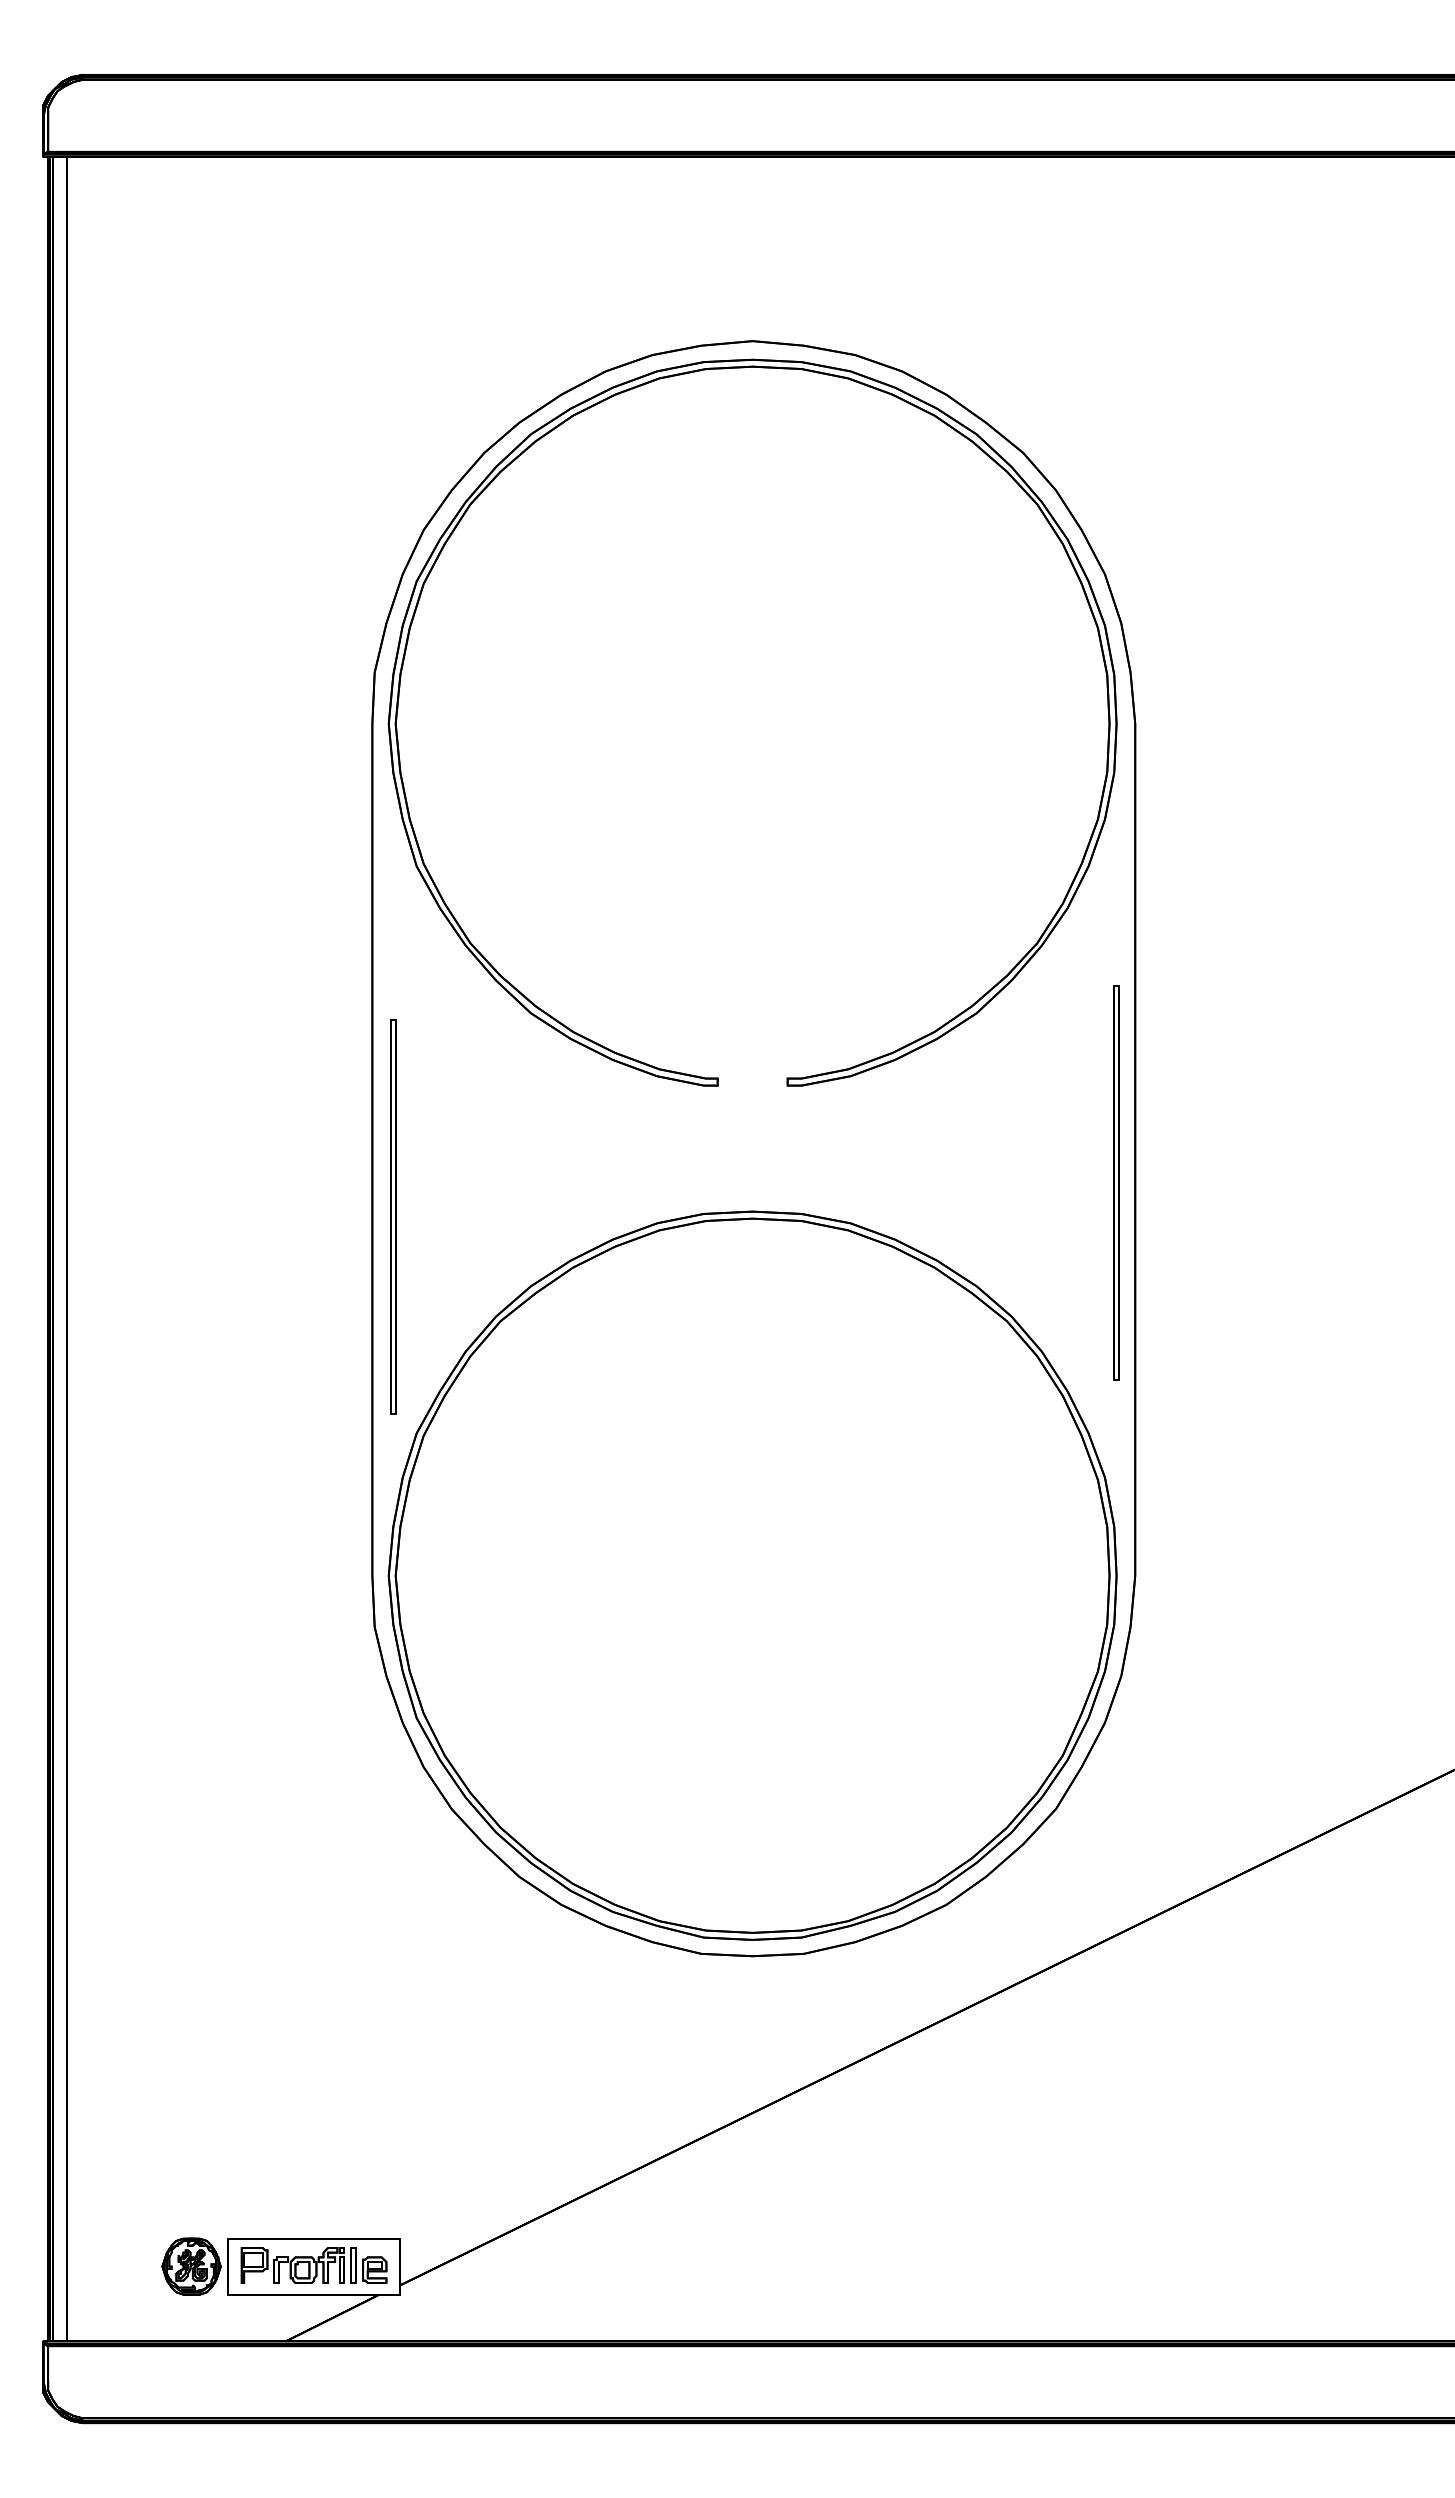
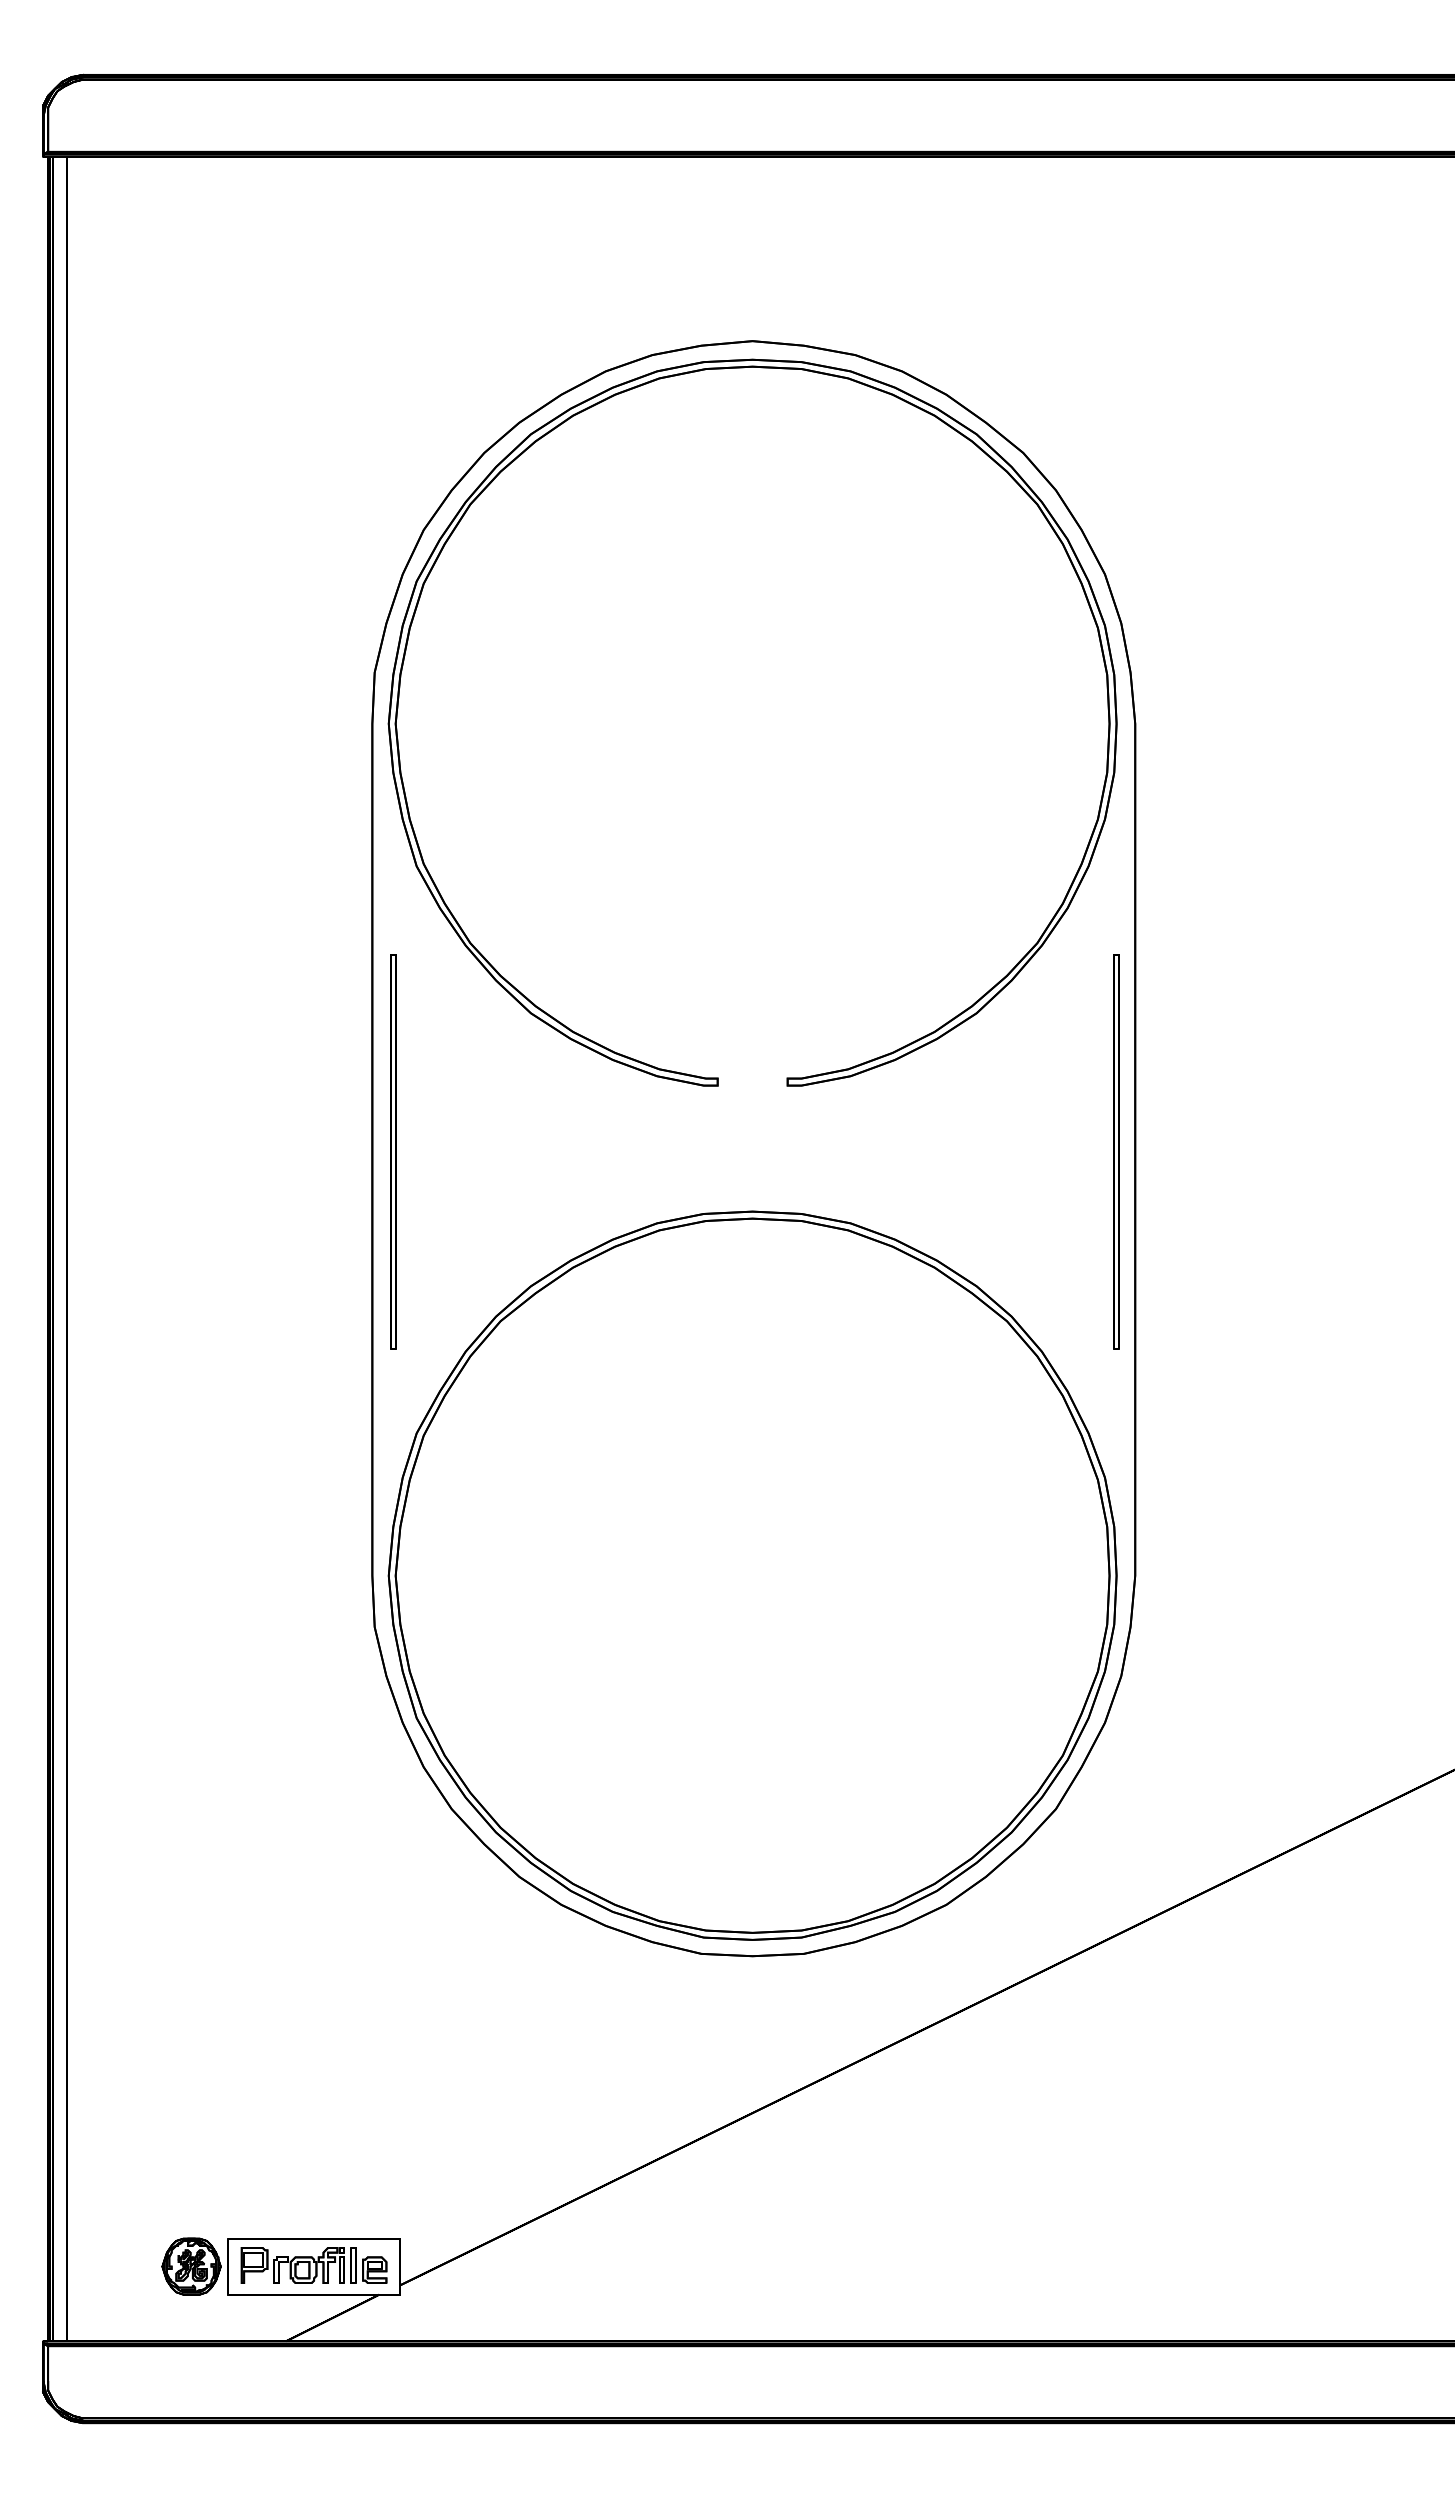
part at (1116, 1182) position: (1116, 1182) -> (1116, 1151)
part at (393, 1216) position: (393, 1216) -> (393, 1151)
